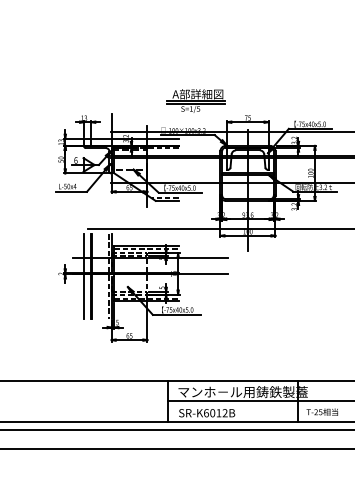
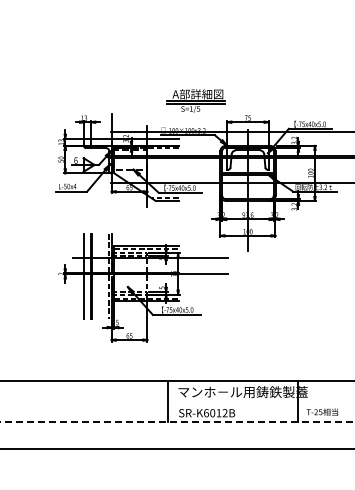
line at (219, 229): present -> none
line at (259, 401): present -> none
line at (177, 421): solid -> dashed
line at (176, 429): present -> none
